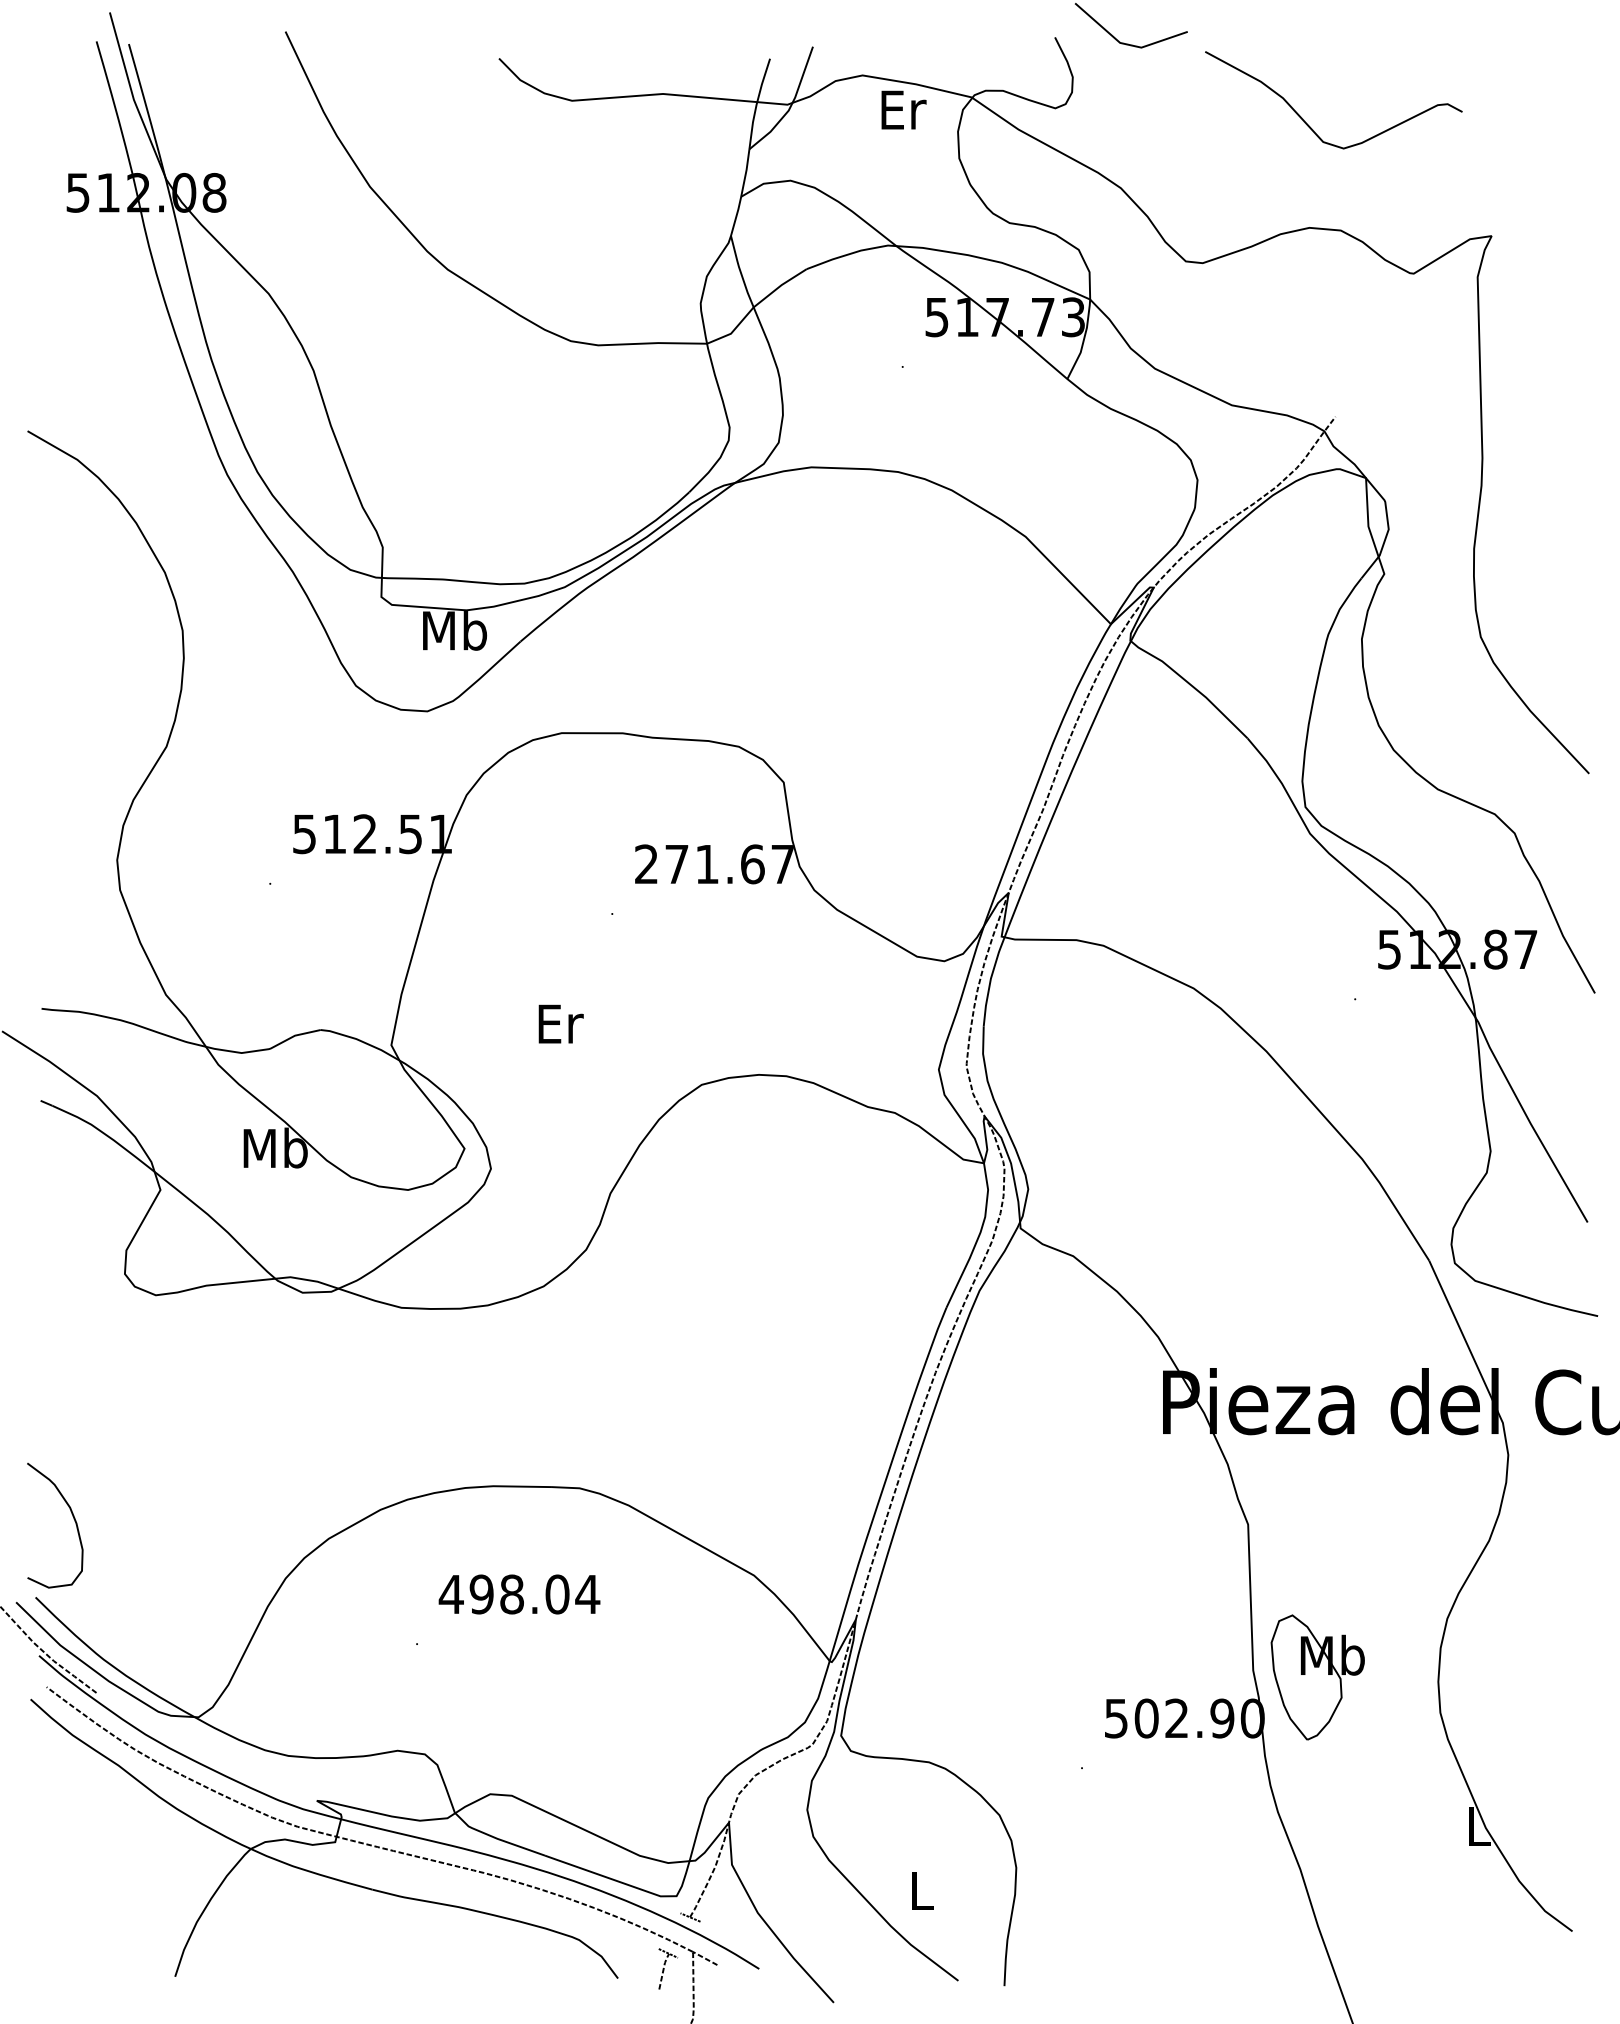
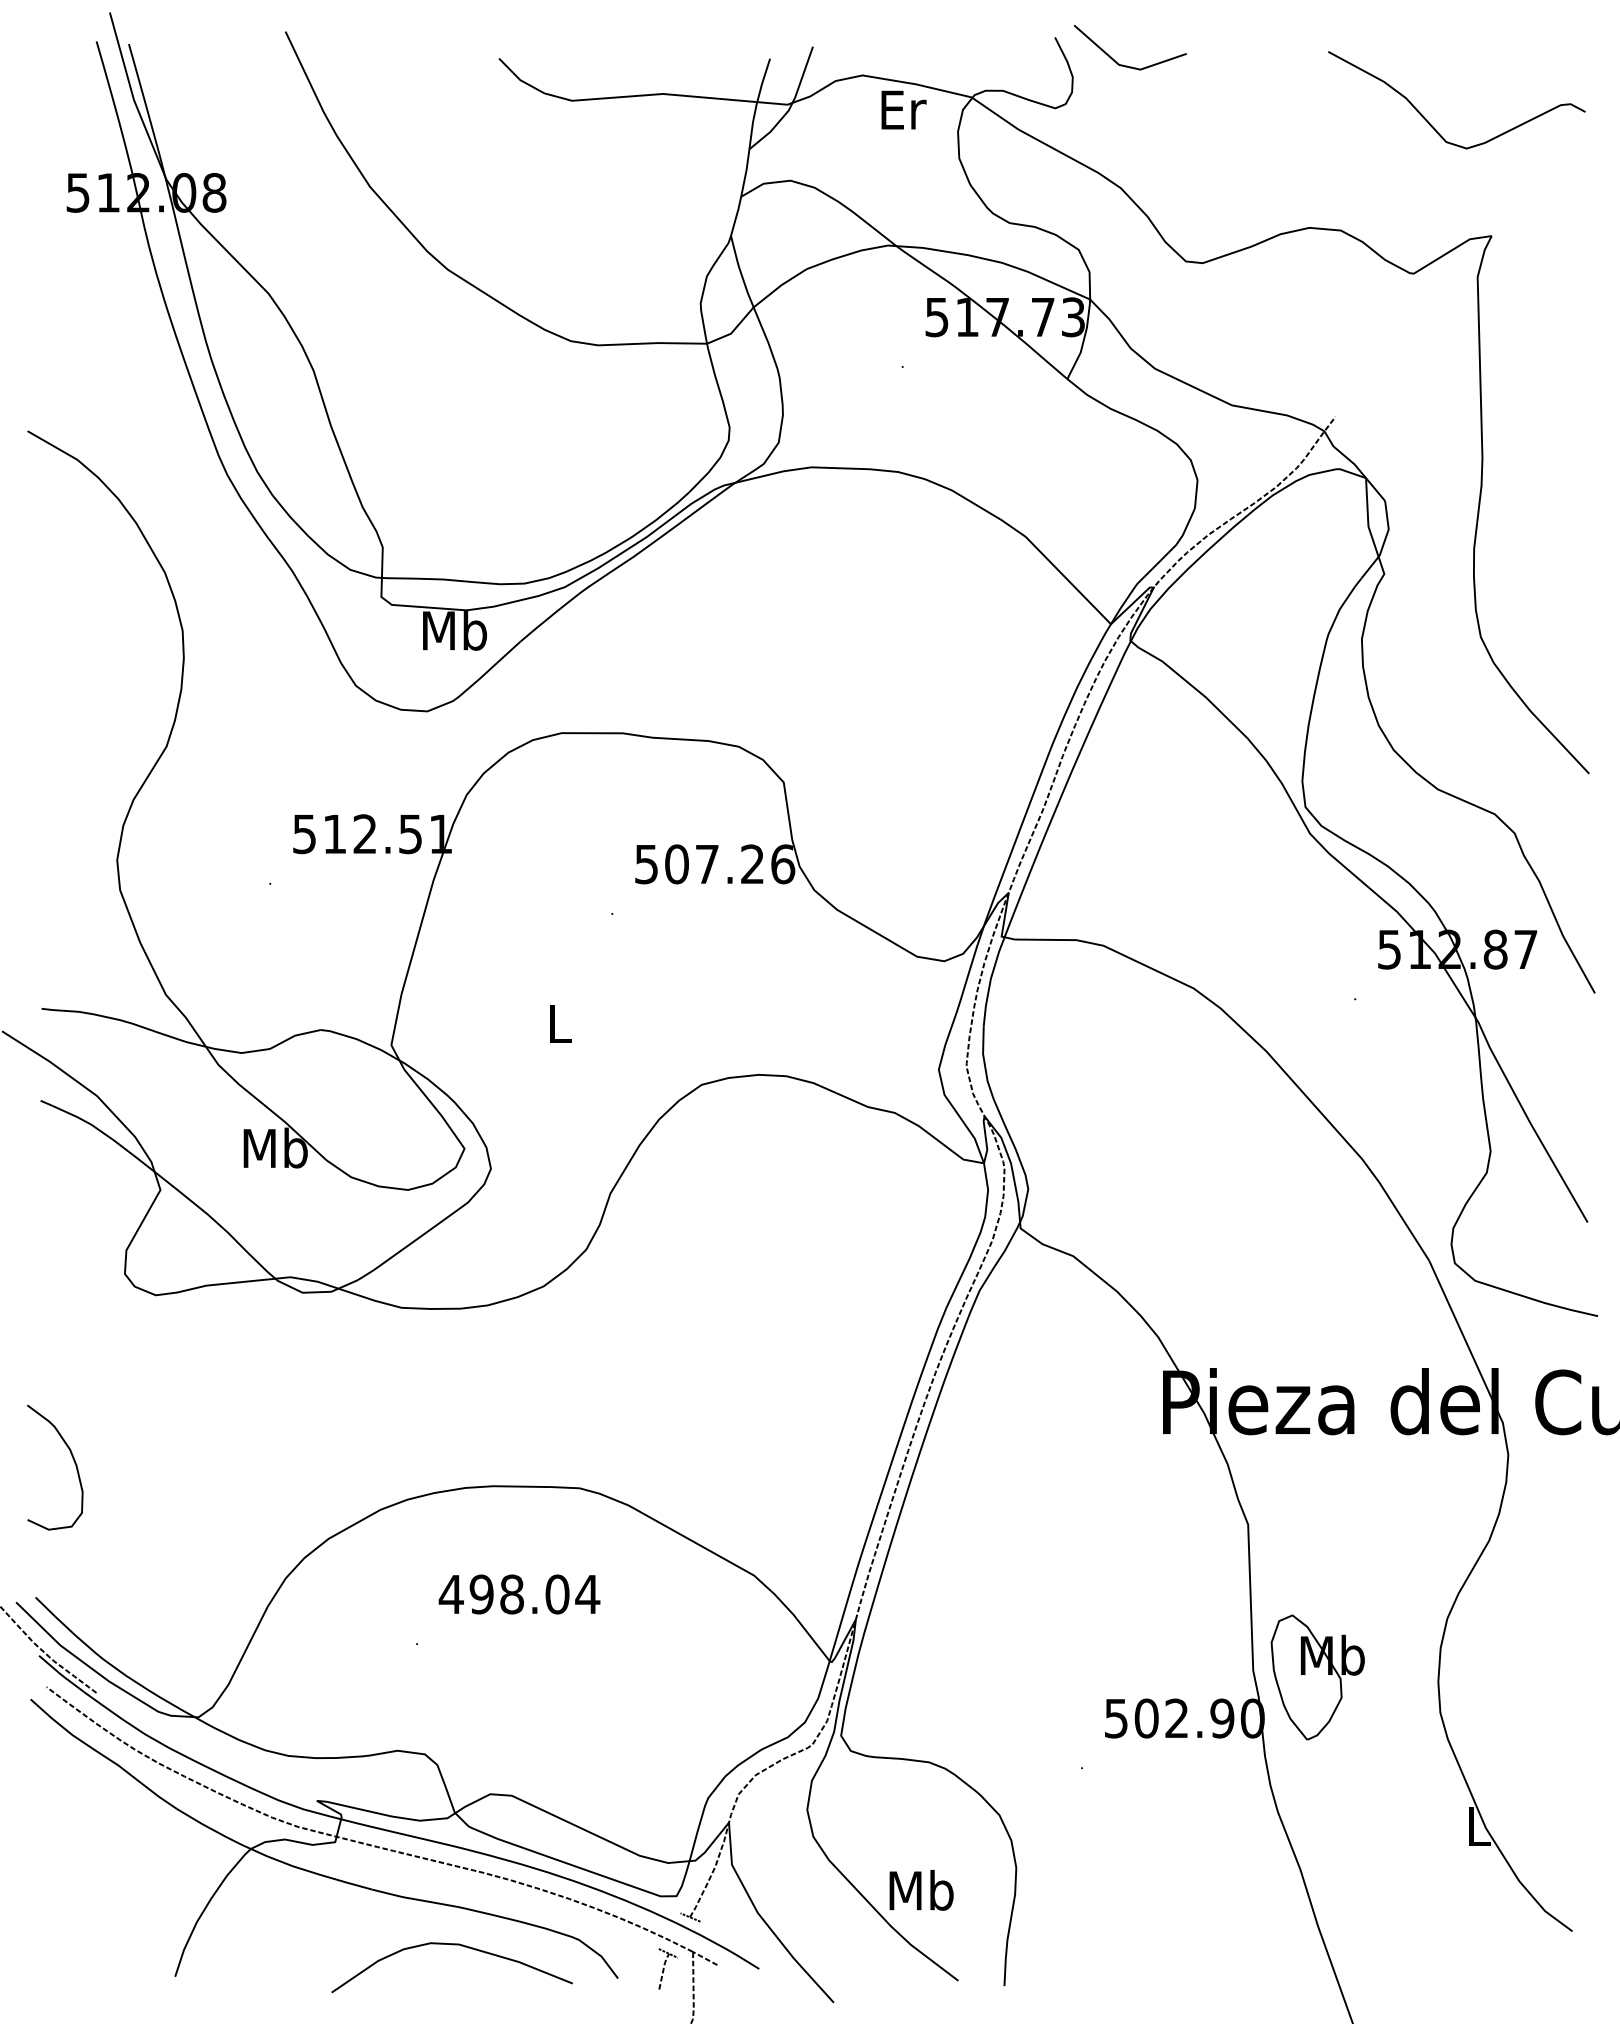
line at (1128, 43) position: (1128, 43) -> (1127, 65)
curve at (1308, 124) position: (1308, 124) -> (1431, 124)
text at (715, 864): 271.67 -> 507.26
text at (560, 1023): Er -> L
curve at (73, 1519) position: (73, 1519) -> (73, 1461)
text at (921, 1890): L -> Mb
curve at (451, 1945): none -> present
